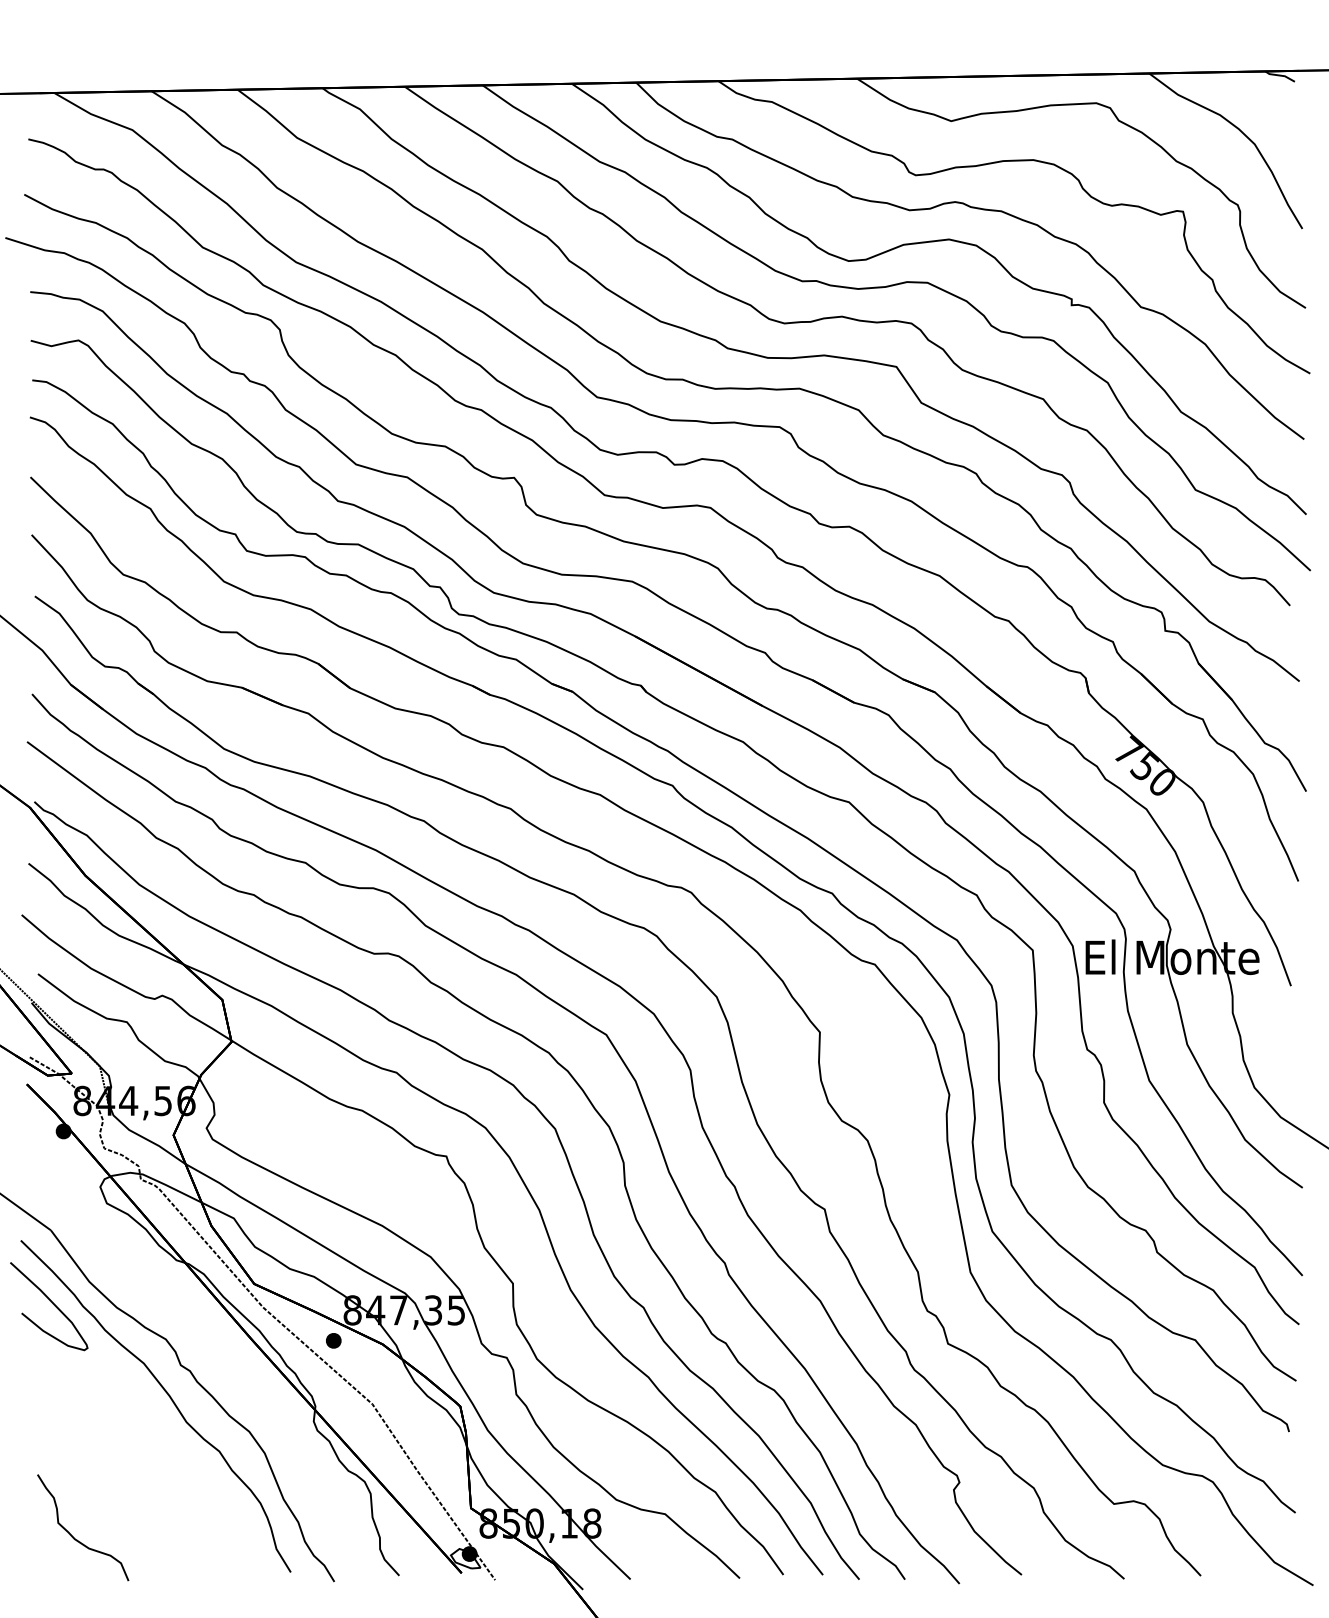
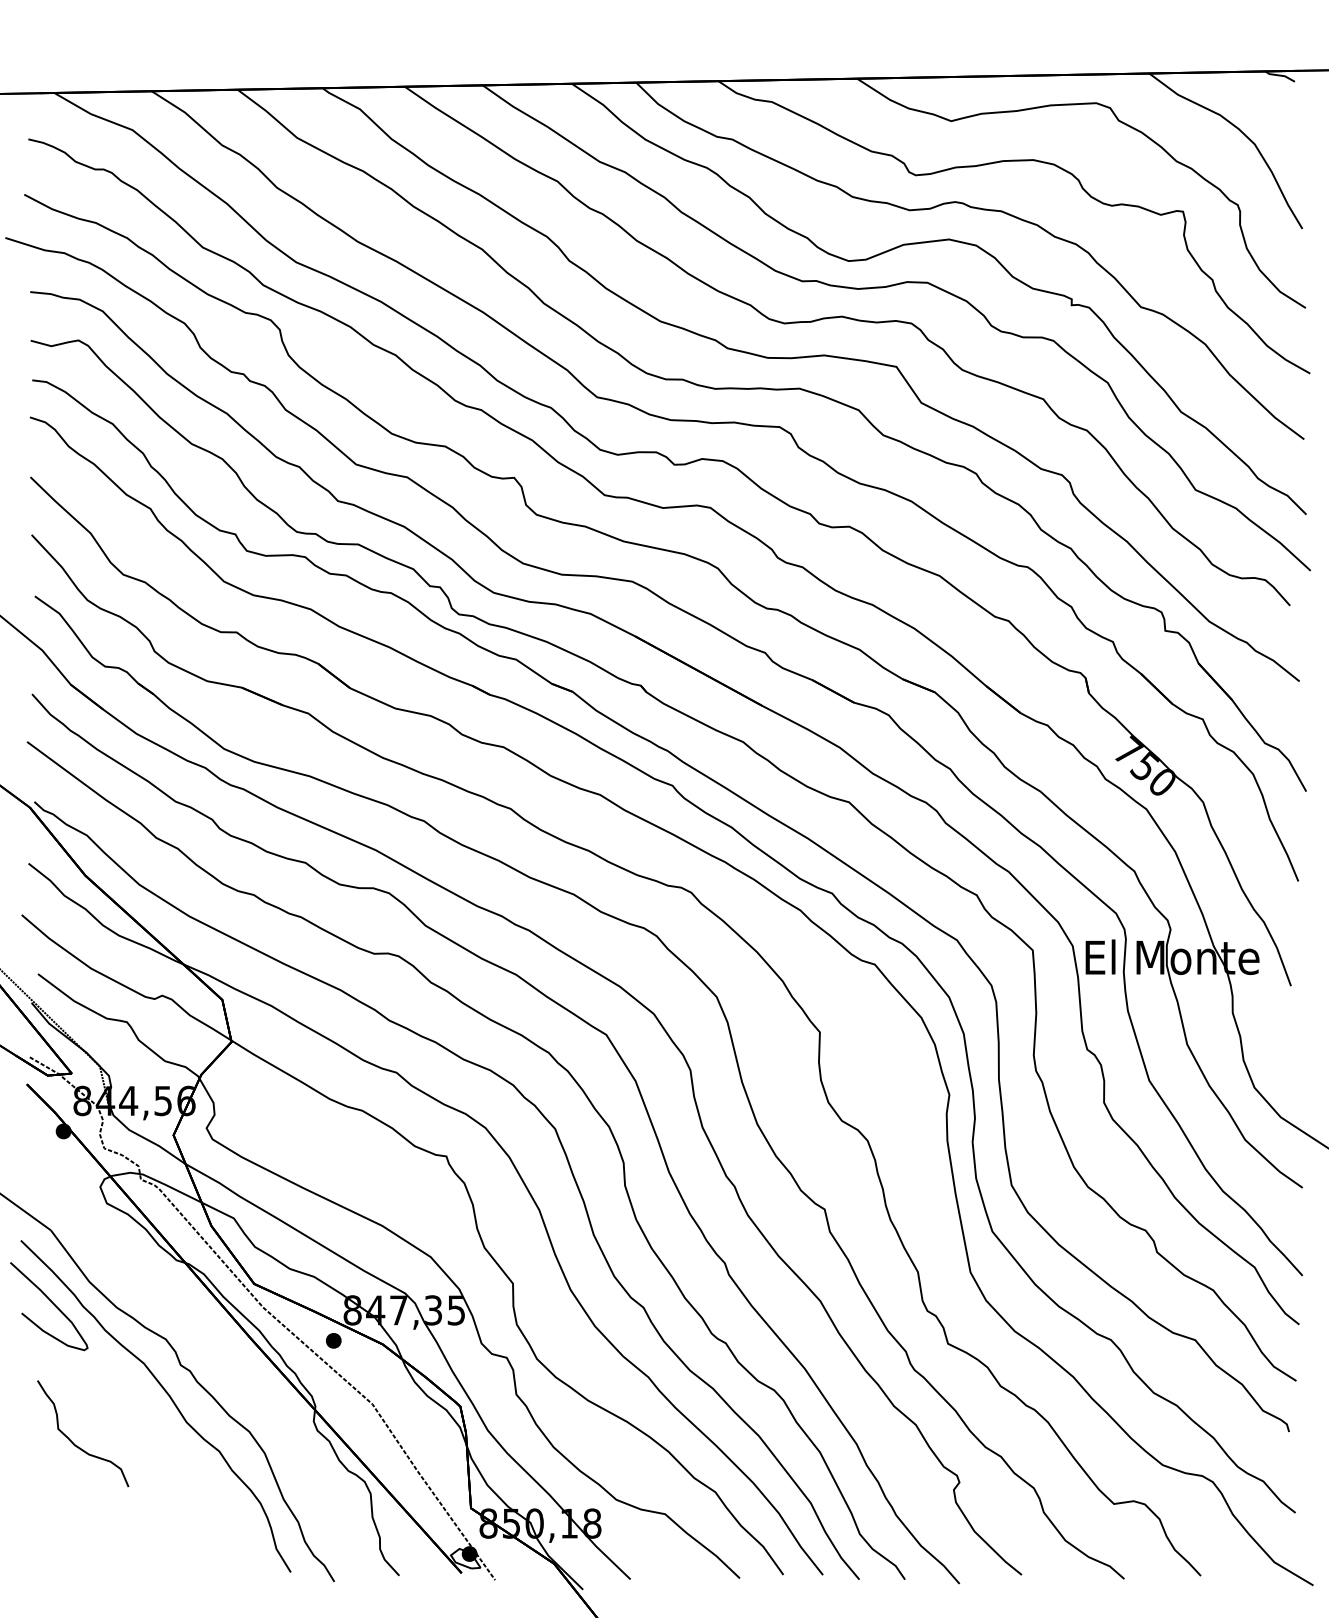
curve at (77, 1539) position: (77, 1539) -> (77, 1445)
